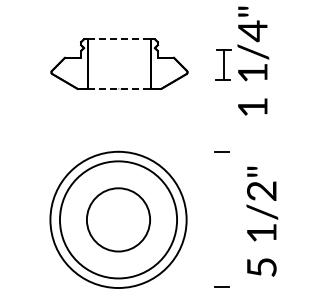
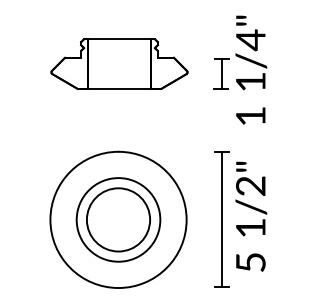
line at (119, 39): dashed -> solid
part at (242, 70) position: (242, 70) -> (240, 79)
line at (119, 88): dashed -> solid
circle at (118, 219) diameter: 117 px -> 84 px
line at (221, 219): none -> present
text at (262, 221) position: (262, 221) -> (251, 216)
